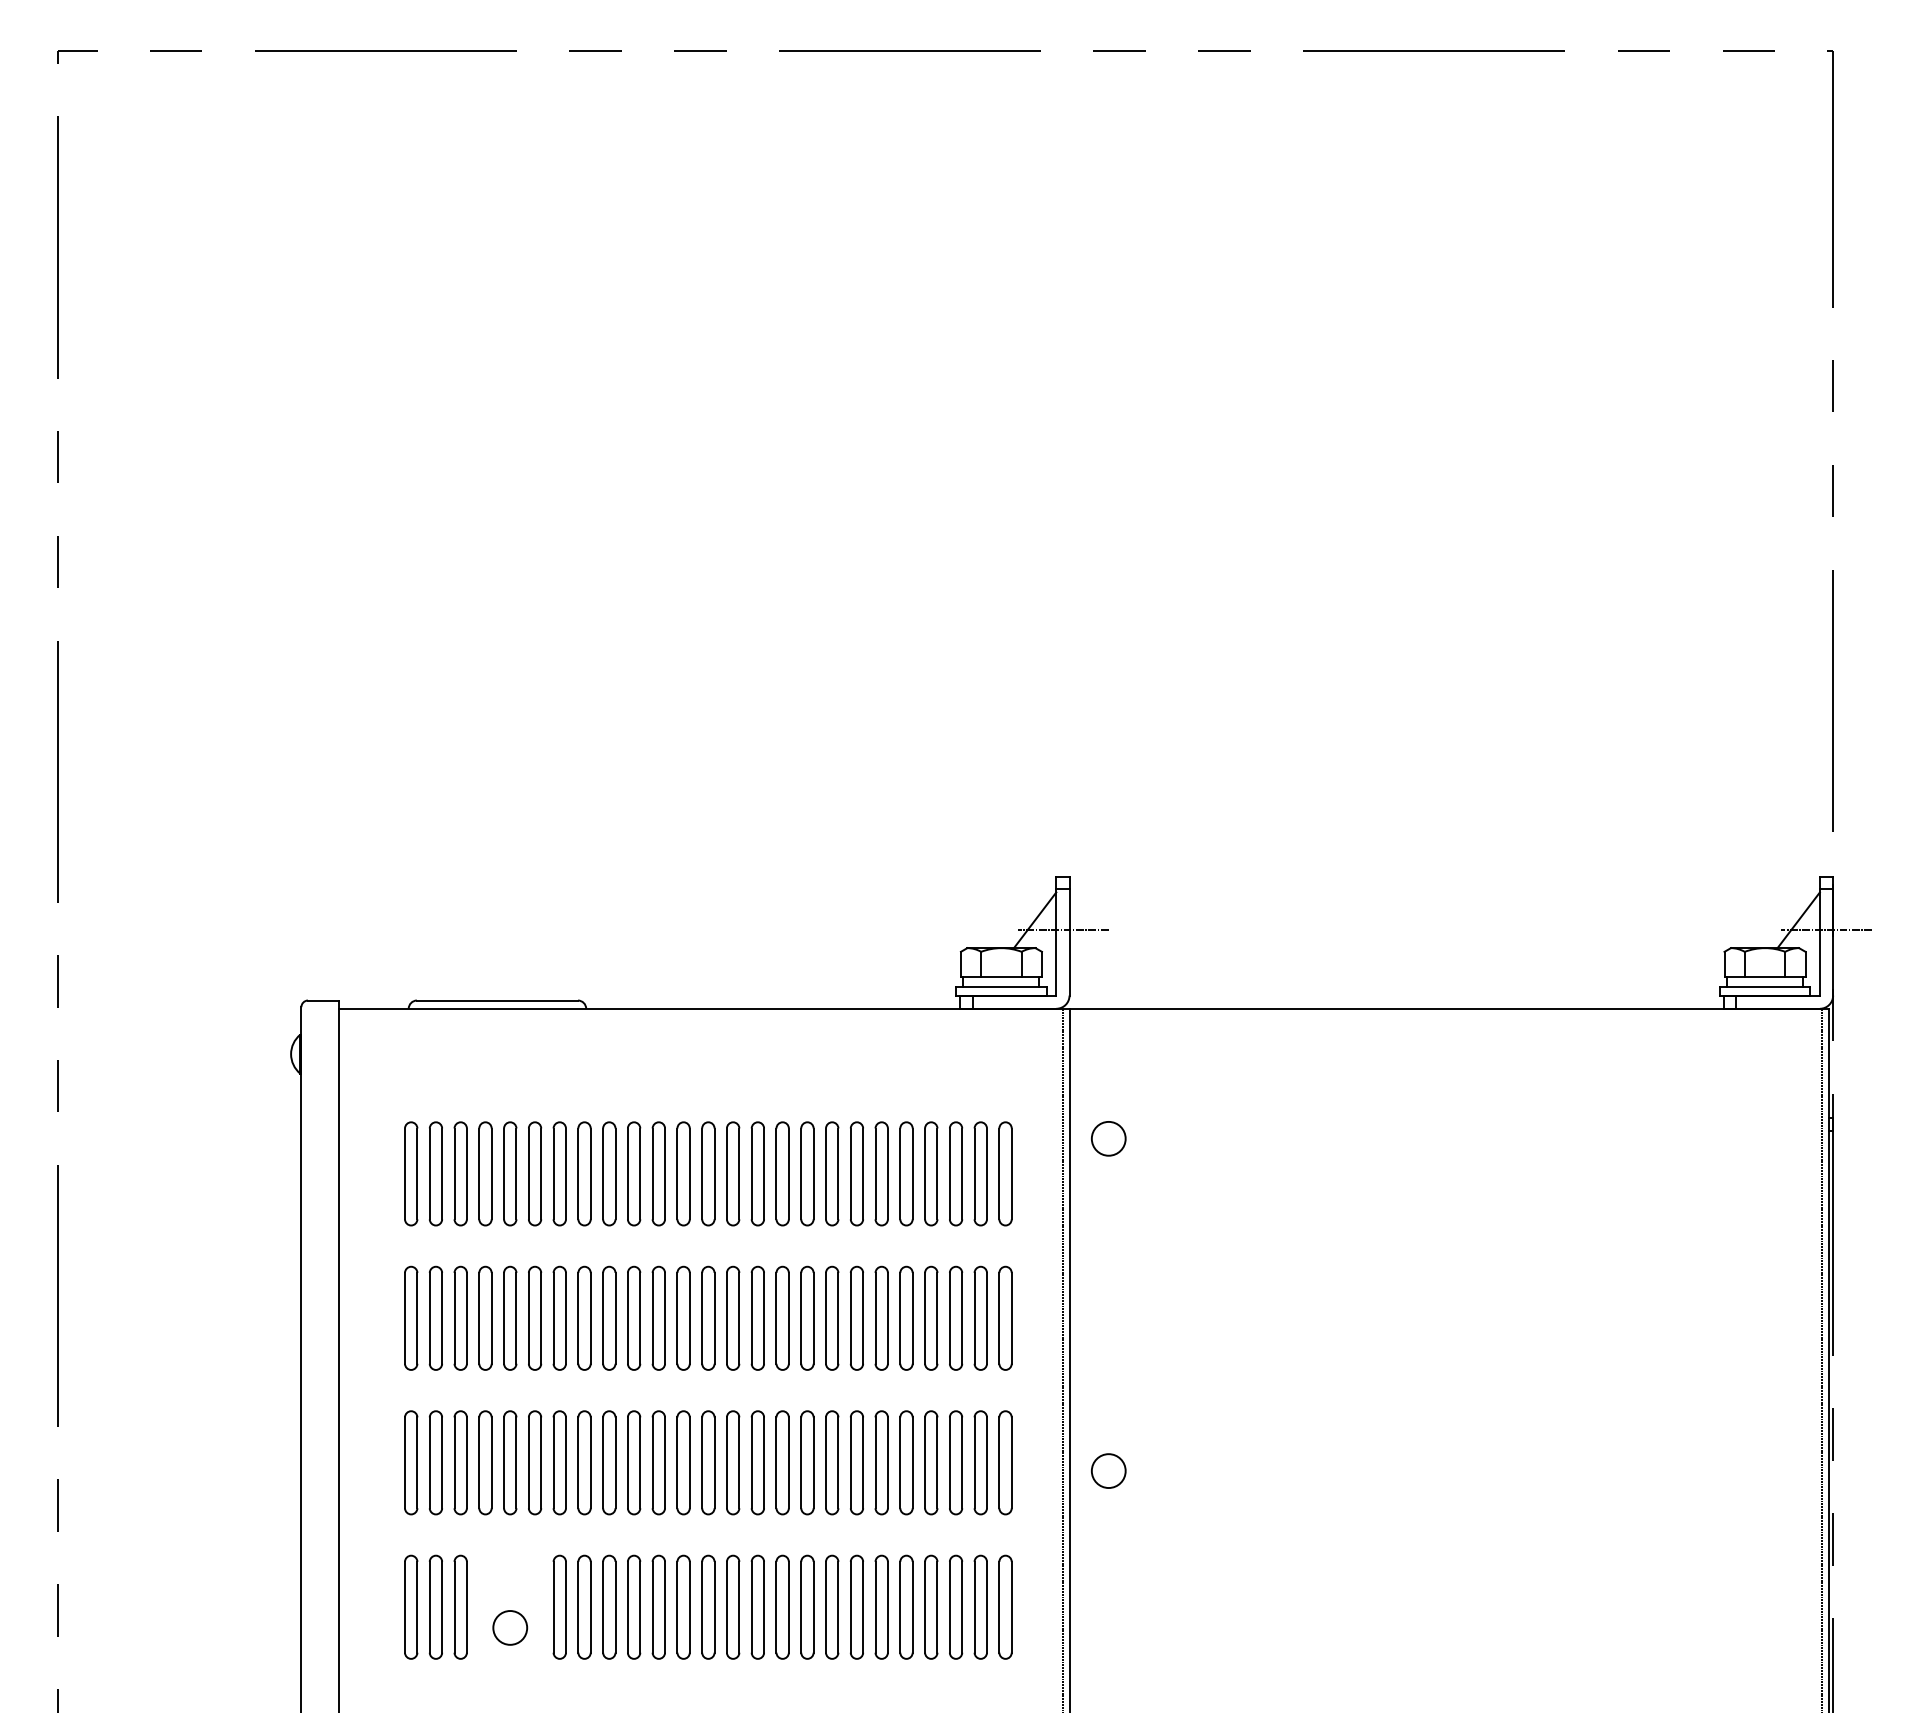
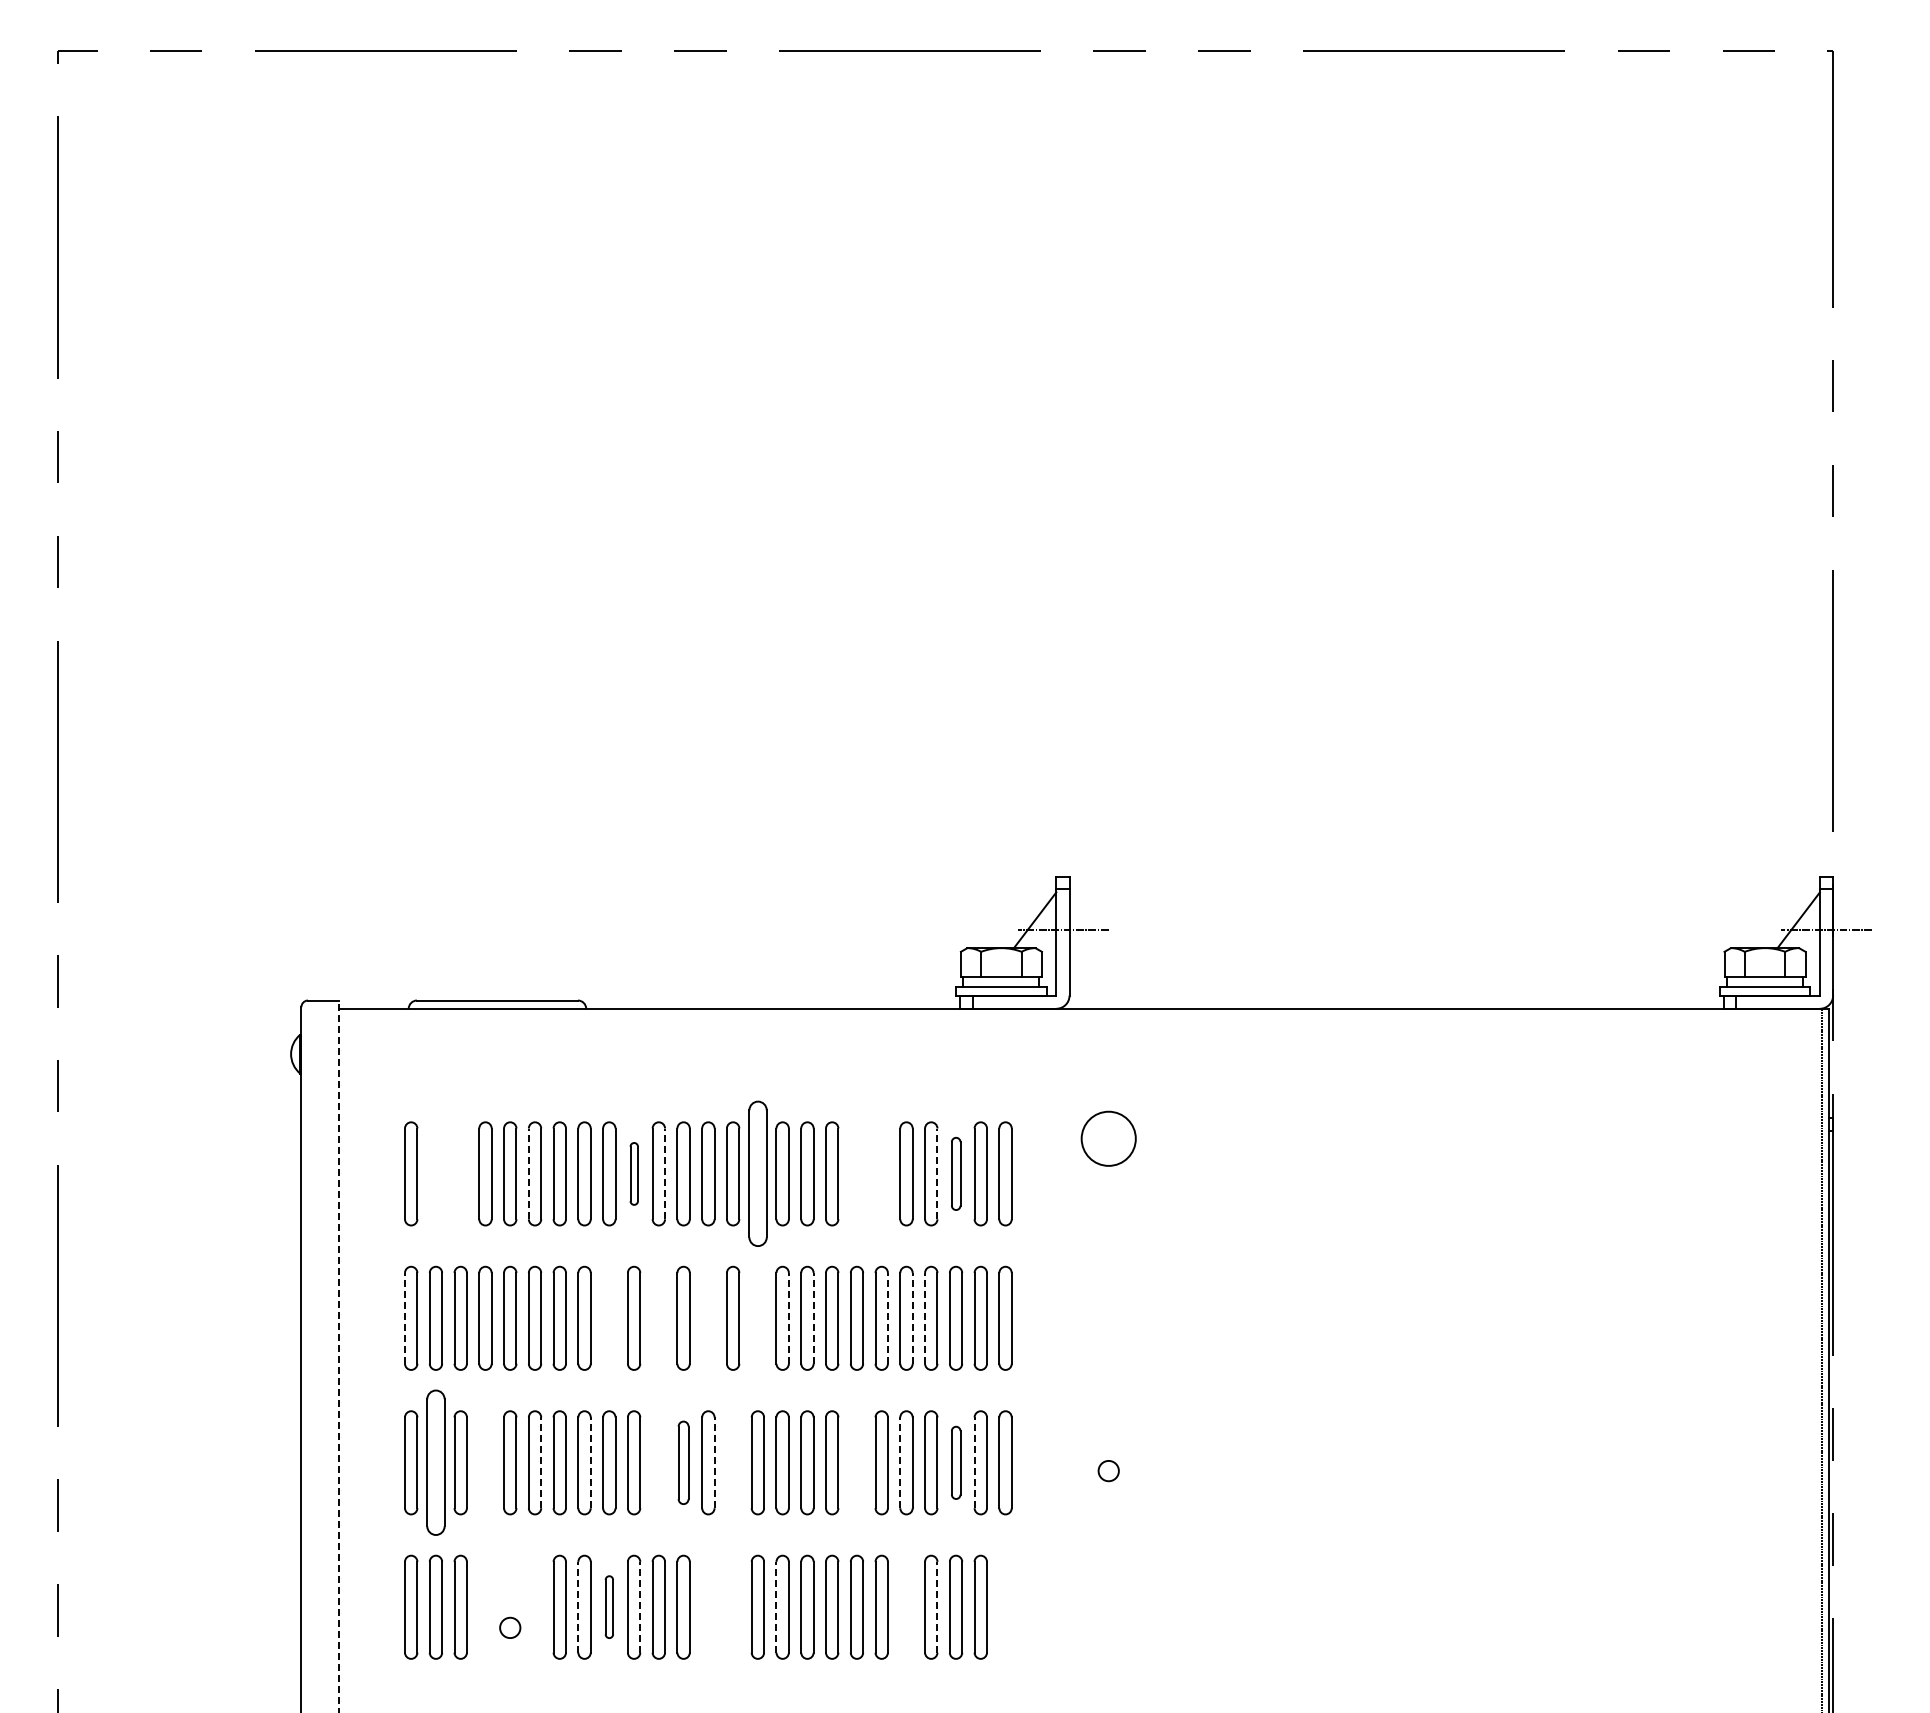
circle at (1108, 1138) diameter: 34 px -> 54 px
part at (435, 1173): present -> none
part at (460, 1173): present -> none
line at (528, 1173): solid -> dashed
part at (634, 1173) size: 15x106 px -> 10x64 px
line at (665, 1173): solid -> dashed
part at (757, 1173) size: 15x106 px -> 20x147 px
part at (856, 1173): present -> none
part at (881, 1173): present -> none
line at (937, 1173): solid -> dashed
part at (956, 1173) size: 15x106 px -> 11x75 px
line at (405, 1317): solid -> dashed
part at (609, 1317): present -> none
part at (658, 1317): present -> none
part at (708, 1317): present -> none
part at (757, 1317): present -> none
line at (788, 1317): solid -> dashed
line at (813, 1317): solid -> dashed
line at (887, 1317): solid -> dashed
line at (912, 1317): solid -> dashed
line at (925, 1317): solid -> dashed
line at (338, 1356): solid -> dashed
line at (1062, 1358): present -> none
line at (1069, 1358): present -> none
part at (435, 1462) size: 14x106 px -> 20x147 px
part at (485, 1462): present -> none
line at (541, 1462): solid -> dashed
line at (590, 1462): solid -> dashed
part at (658, 1462): present -> none
part at (683, 1462) size: 15x106 px -> 13x85 px
line at (714, 1462): solid -> dashed
part at (733, 1462): present -> none
part at (856, 1462): present -> none
line at (900, 1462): solid -> dashed
part at (956, 1462) size: 15x106 px -> 11x75 px
line at (974, 1462): solid -> dashed
circle at (1108, 1471) diameter: 34 px -> 20 px
line at (578, 1606): solid -> dashed
part at (609, 1606) size: 15x106 px -> 10x64 px
line at (640, 1606): solid -> dashed
part at (708, 1606): present -> none
part at (733, 1606): present -> none
line at (776, 1606): solid -> dashed
part at (906, 1606): present -> none
line at (937, 1606): solid -> dashed
part at (1005, 1606): present -> none
circle at (510, 1627) diameter: 34 px -> 20 px
